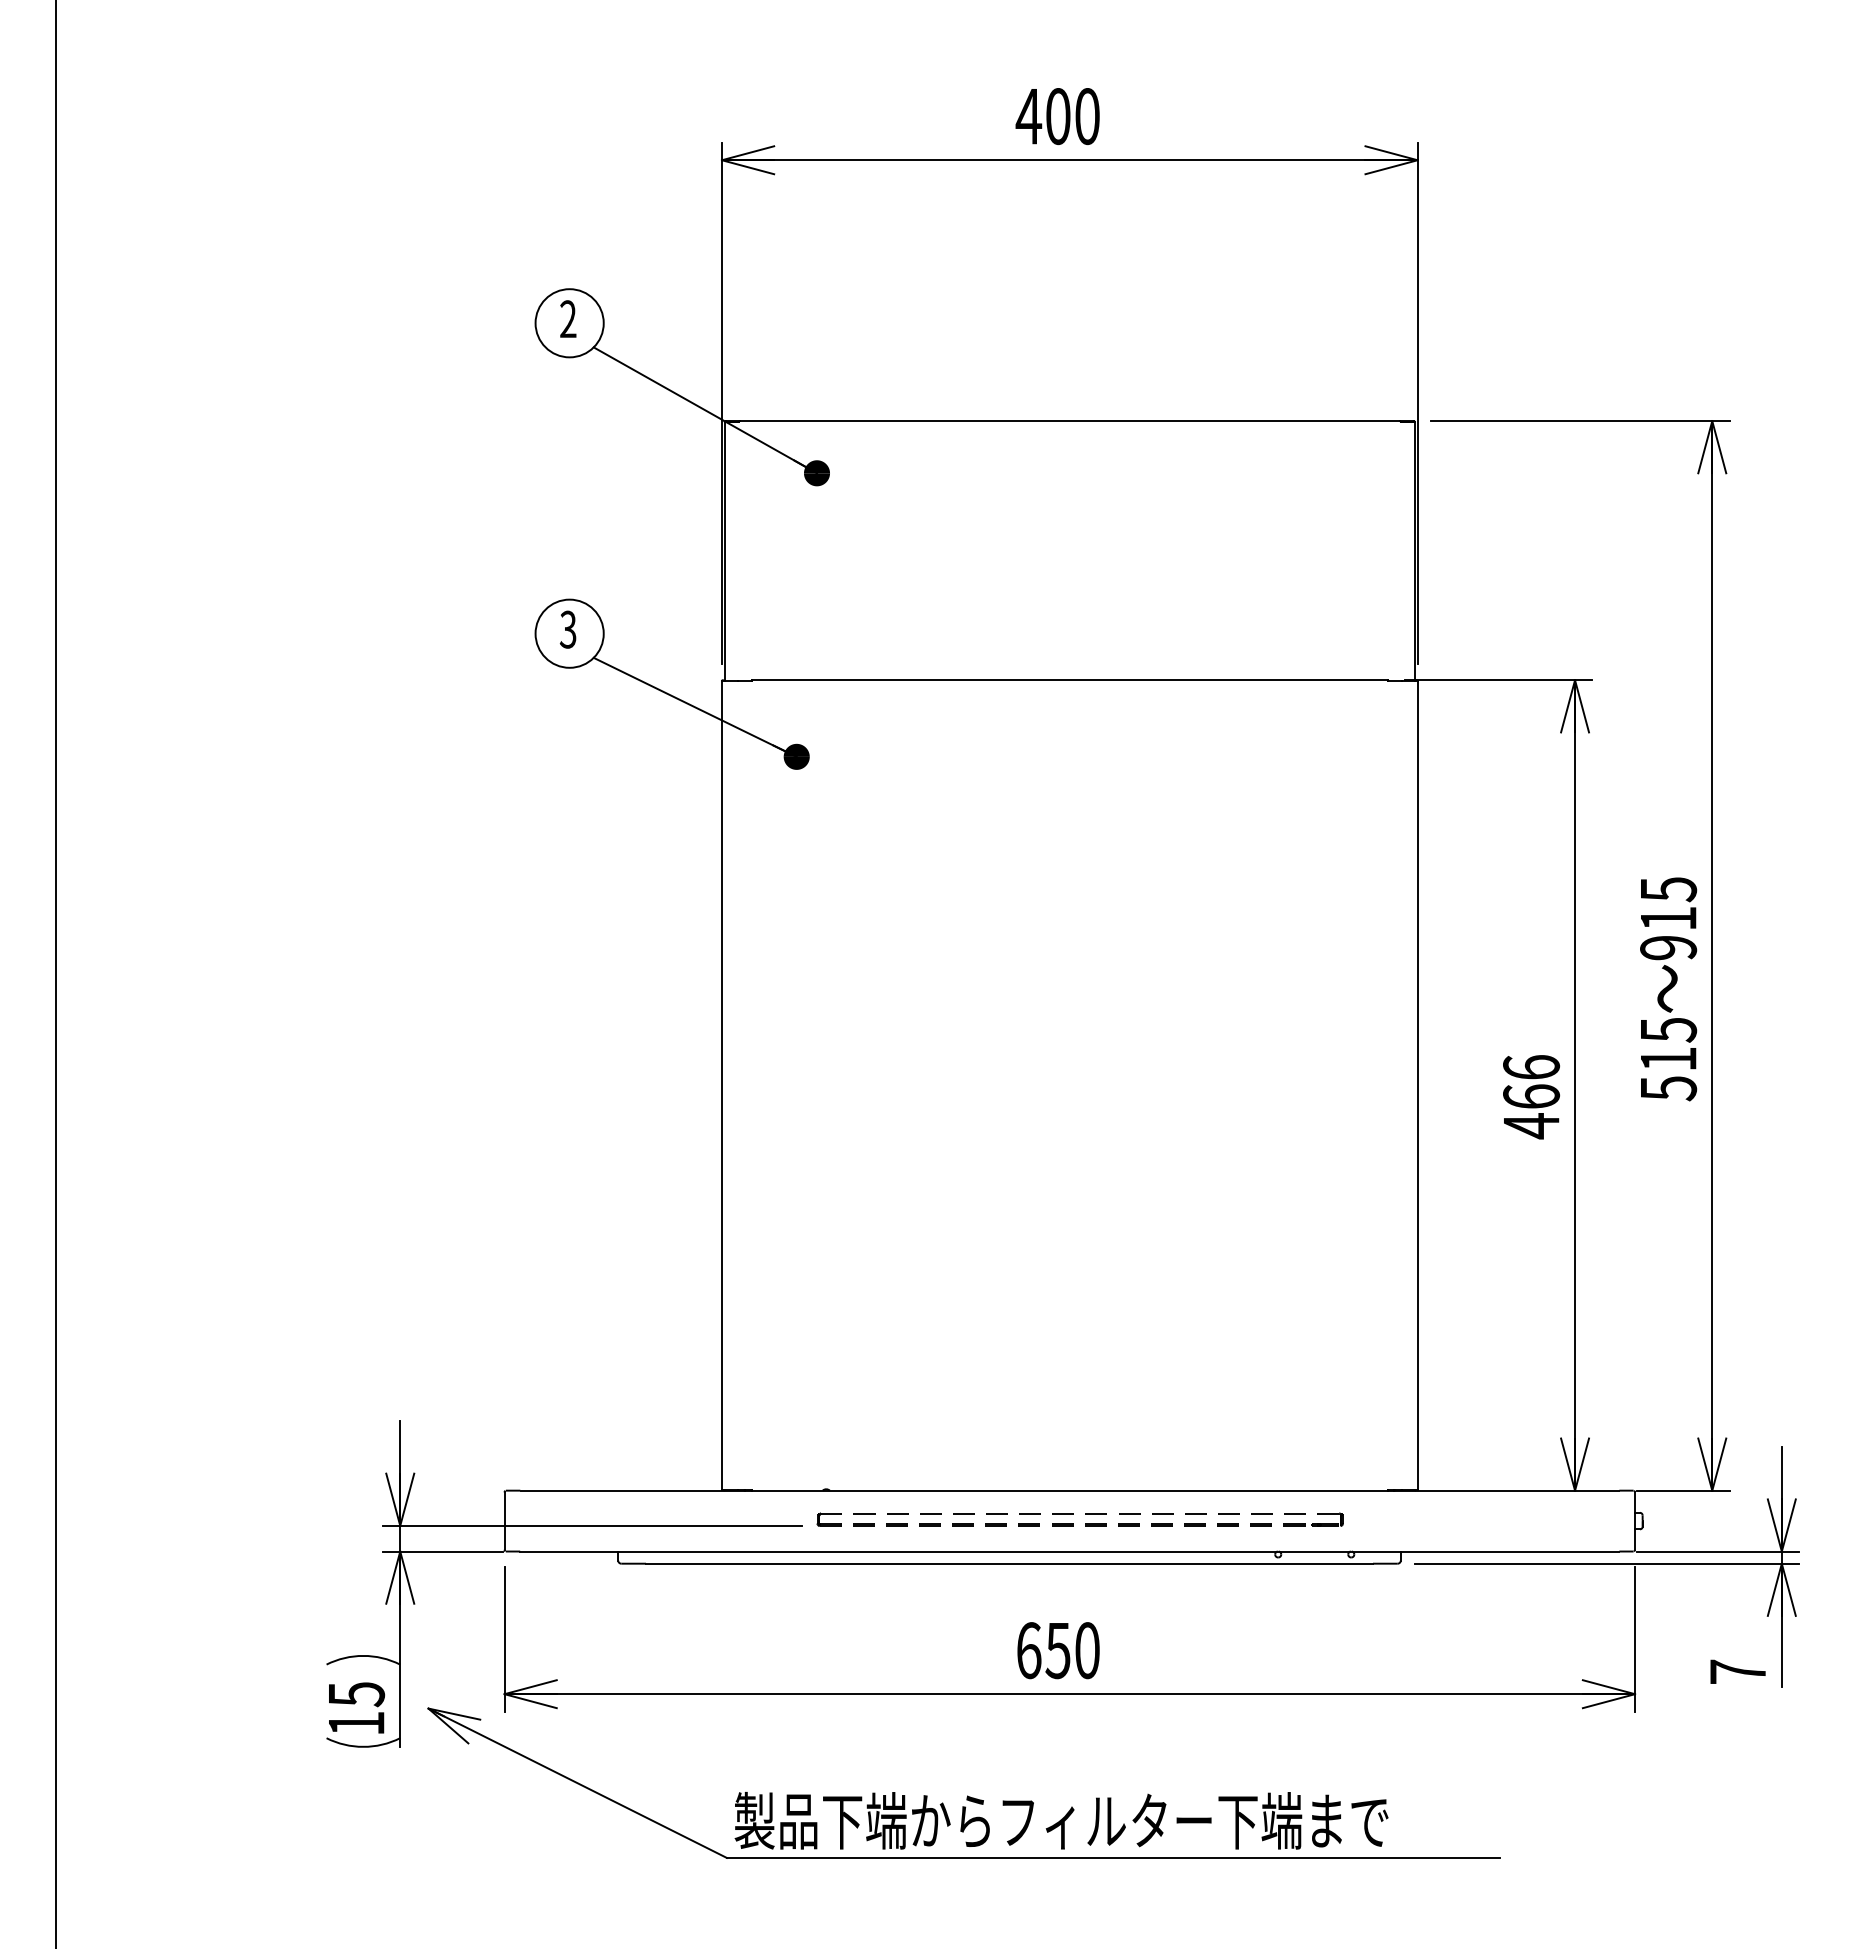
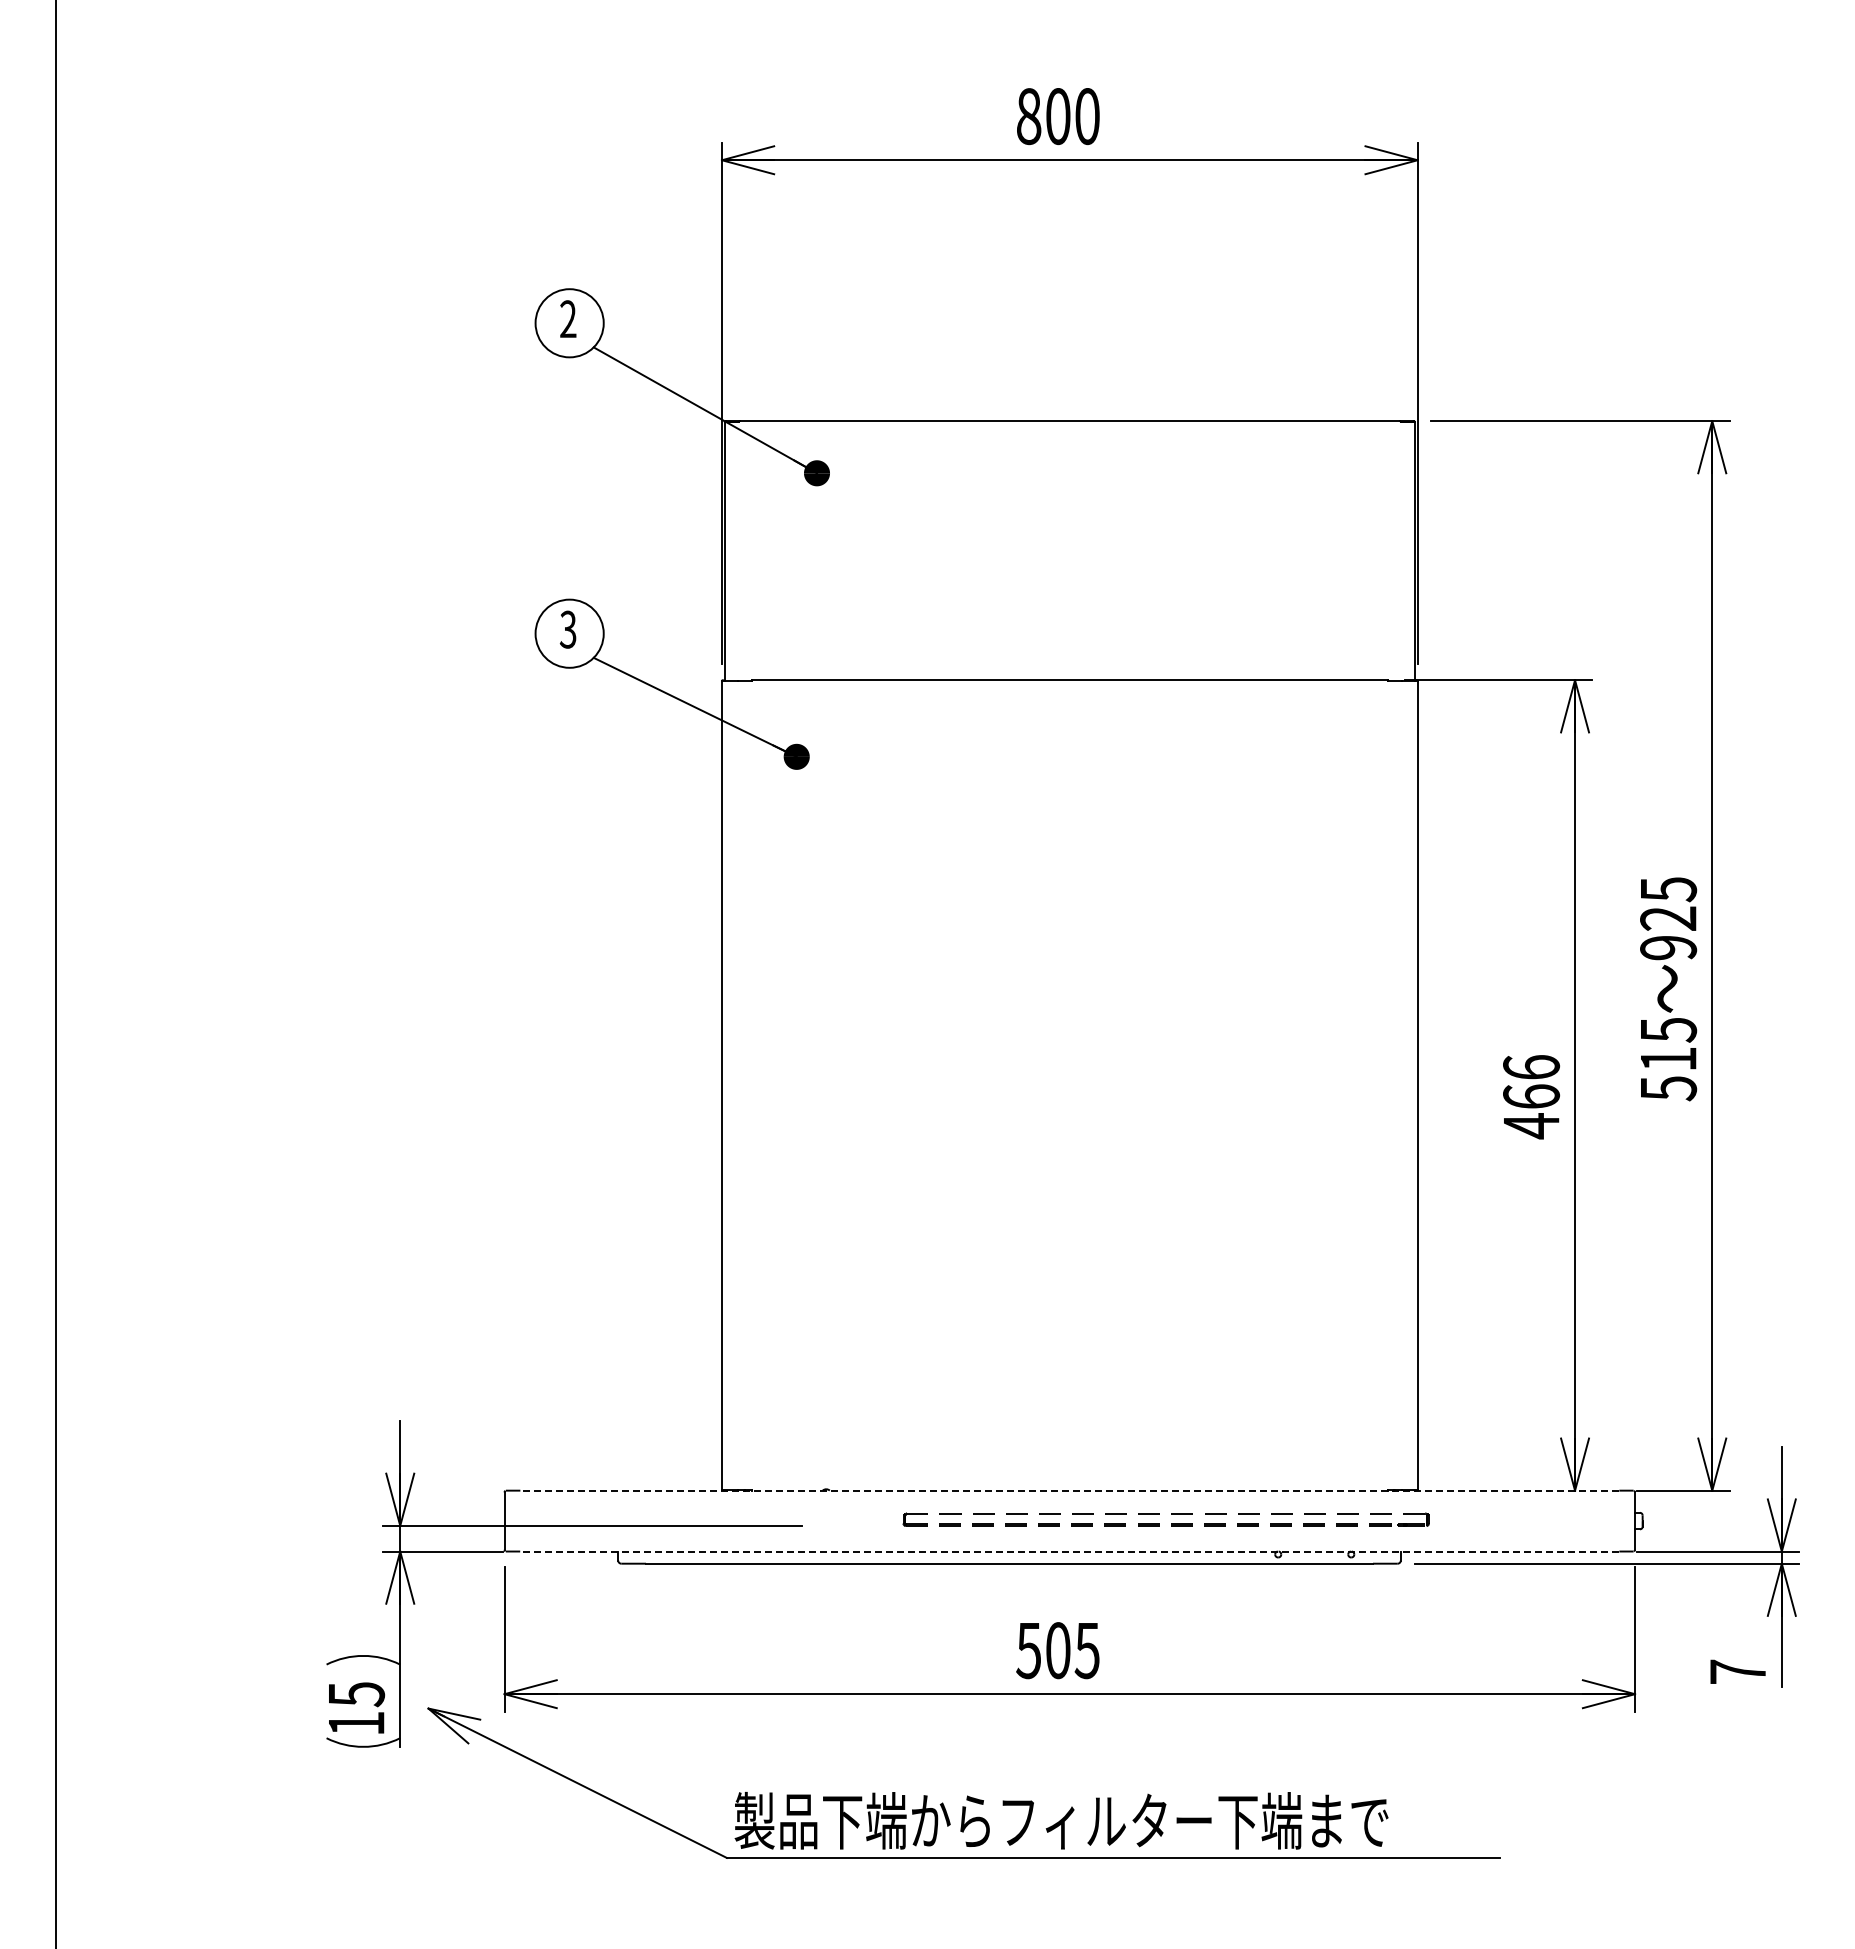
text at (1028, 116): 400 -> 800
text at (1668, 918): 915 -> 925
line at (1069, 1490): solid -> dashed
part at (1073, 1523) position: (1073, 1523) -> (1159, 1523)
line at (1069, 1551): solid -> dashed
text at (1057, 1650): 650 -> 505
